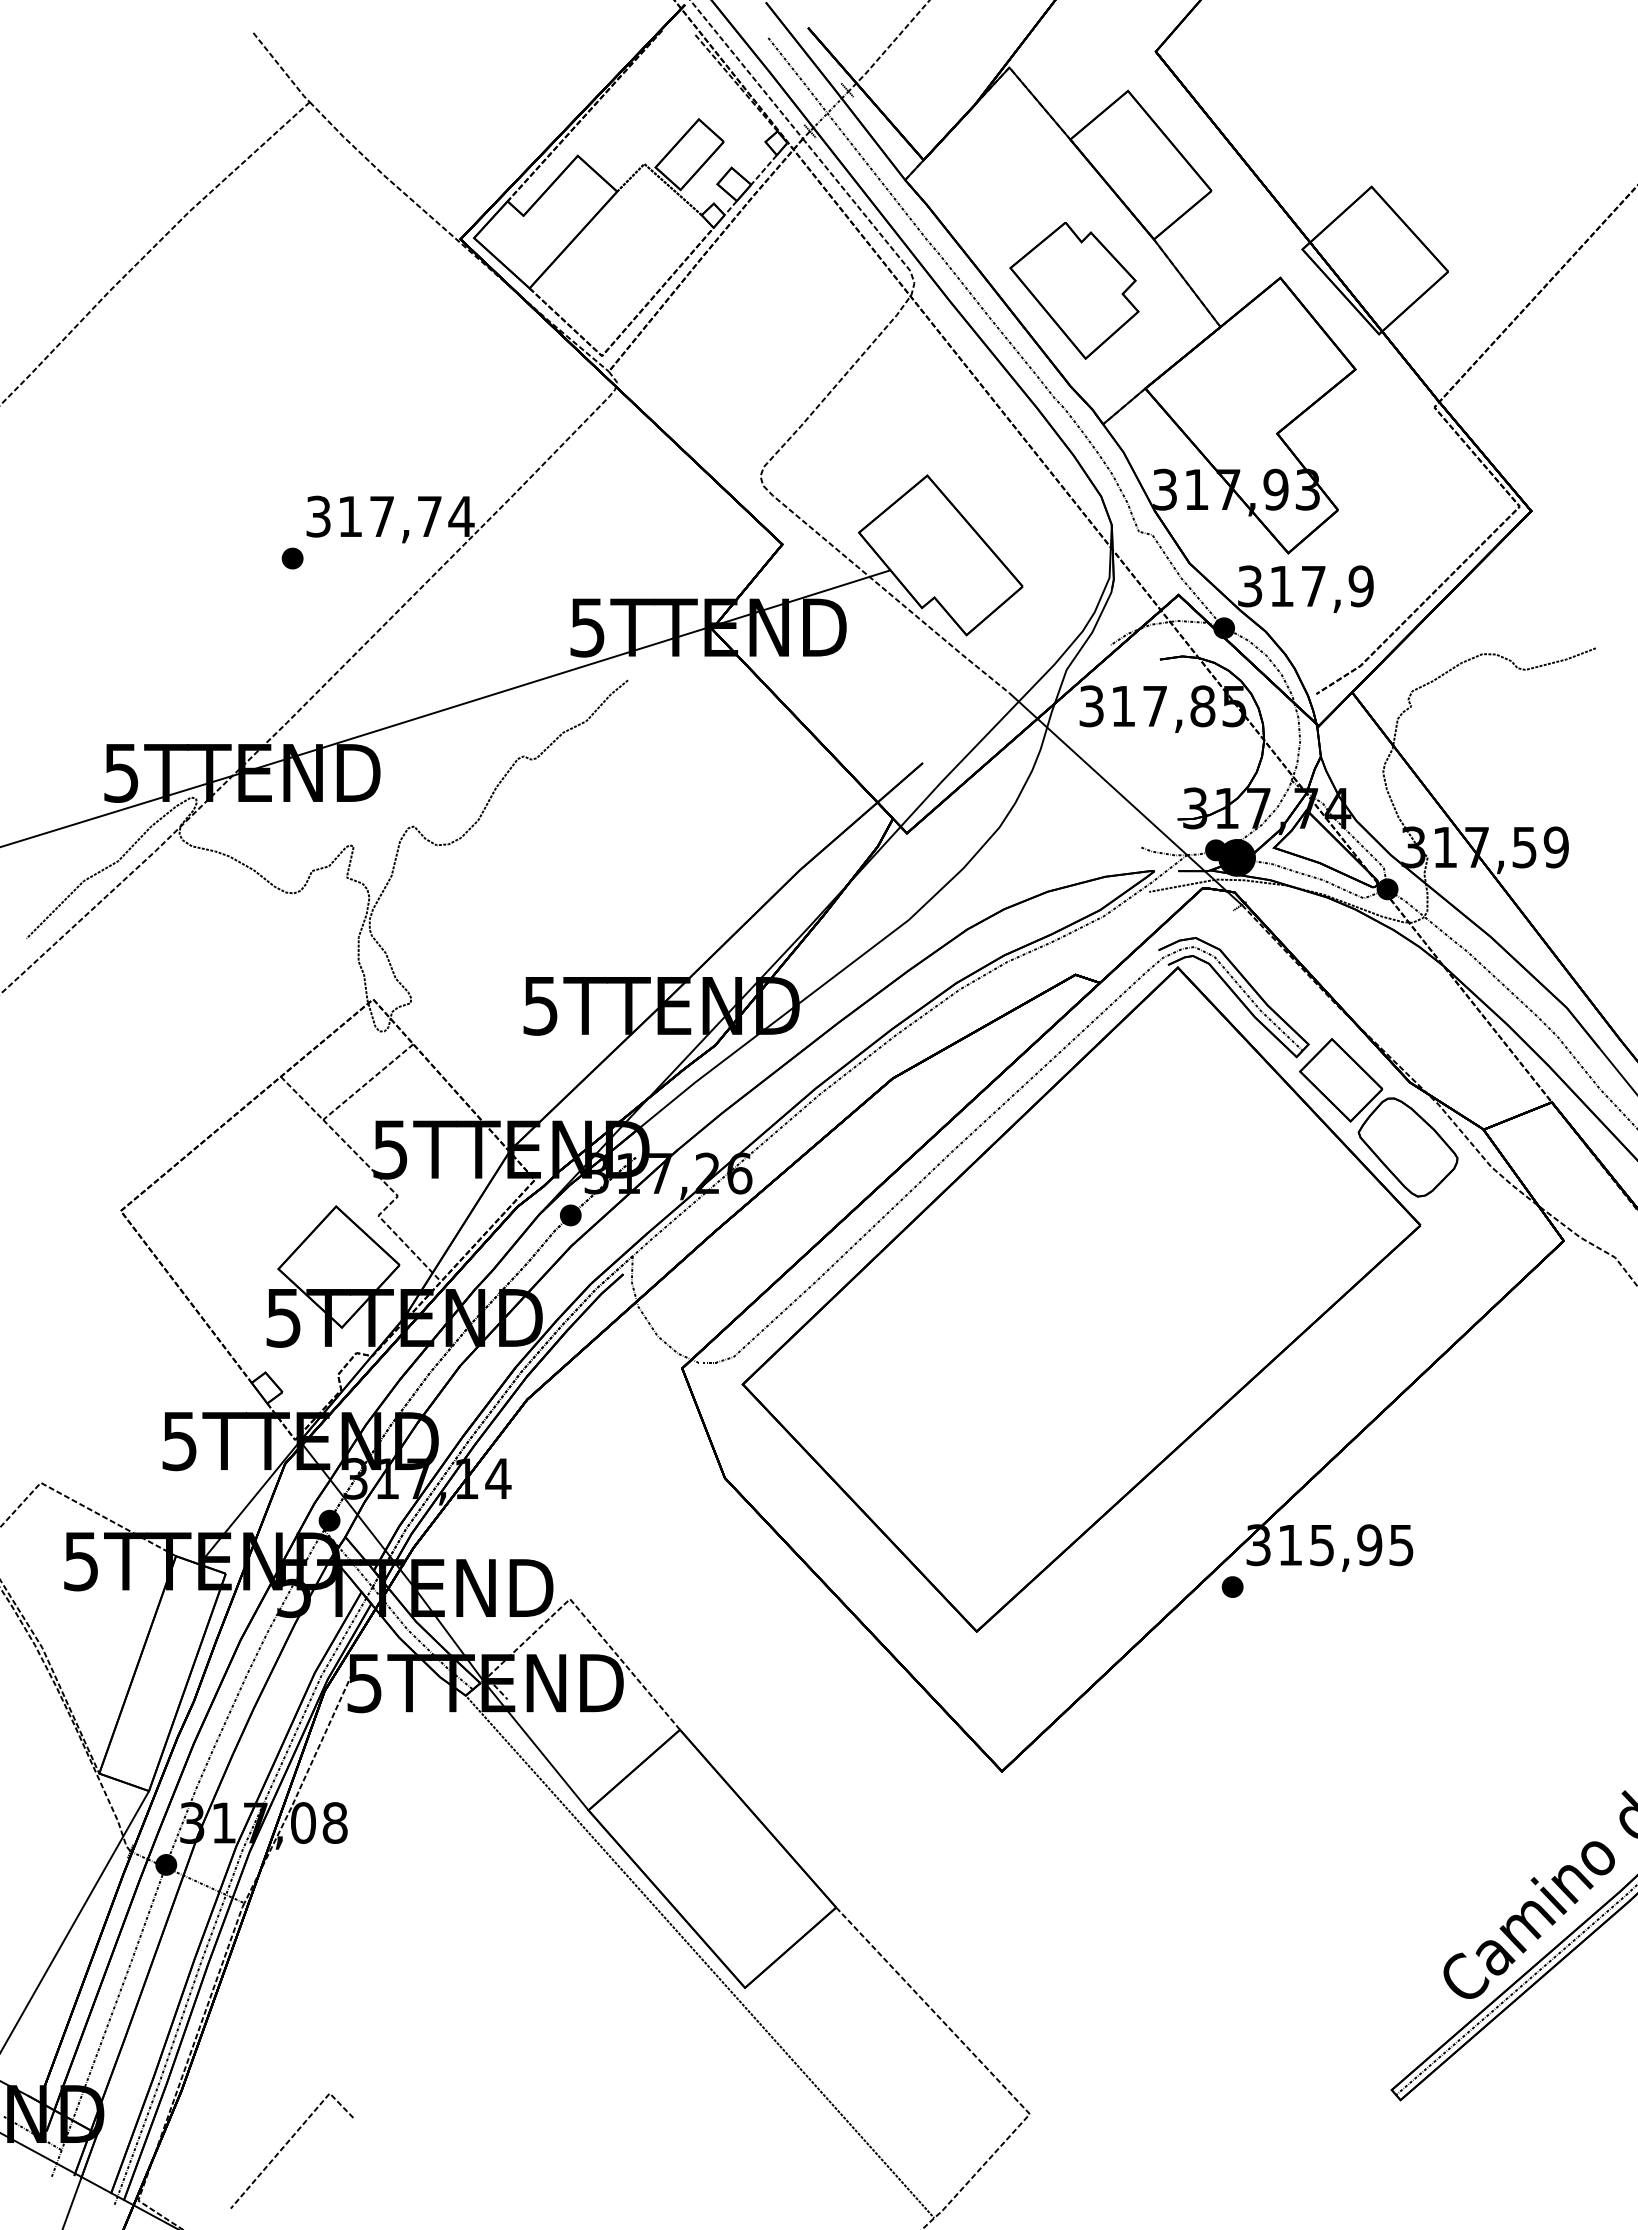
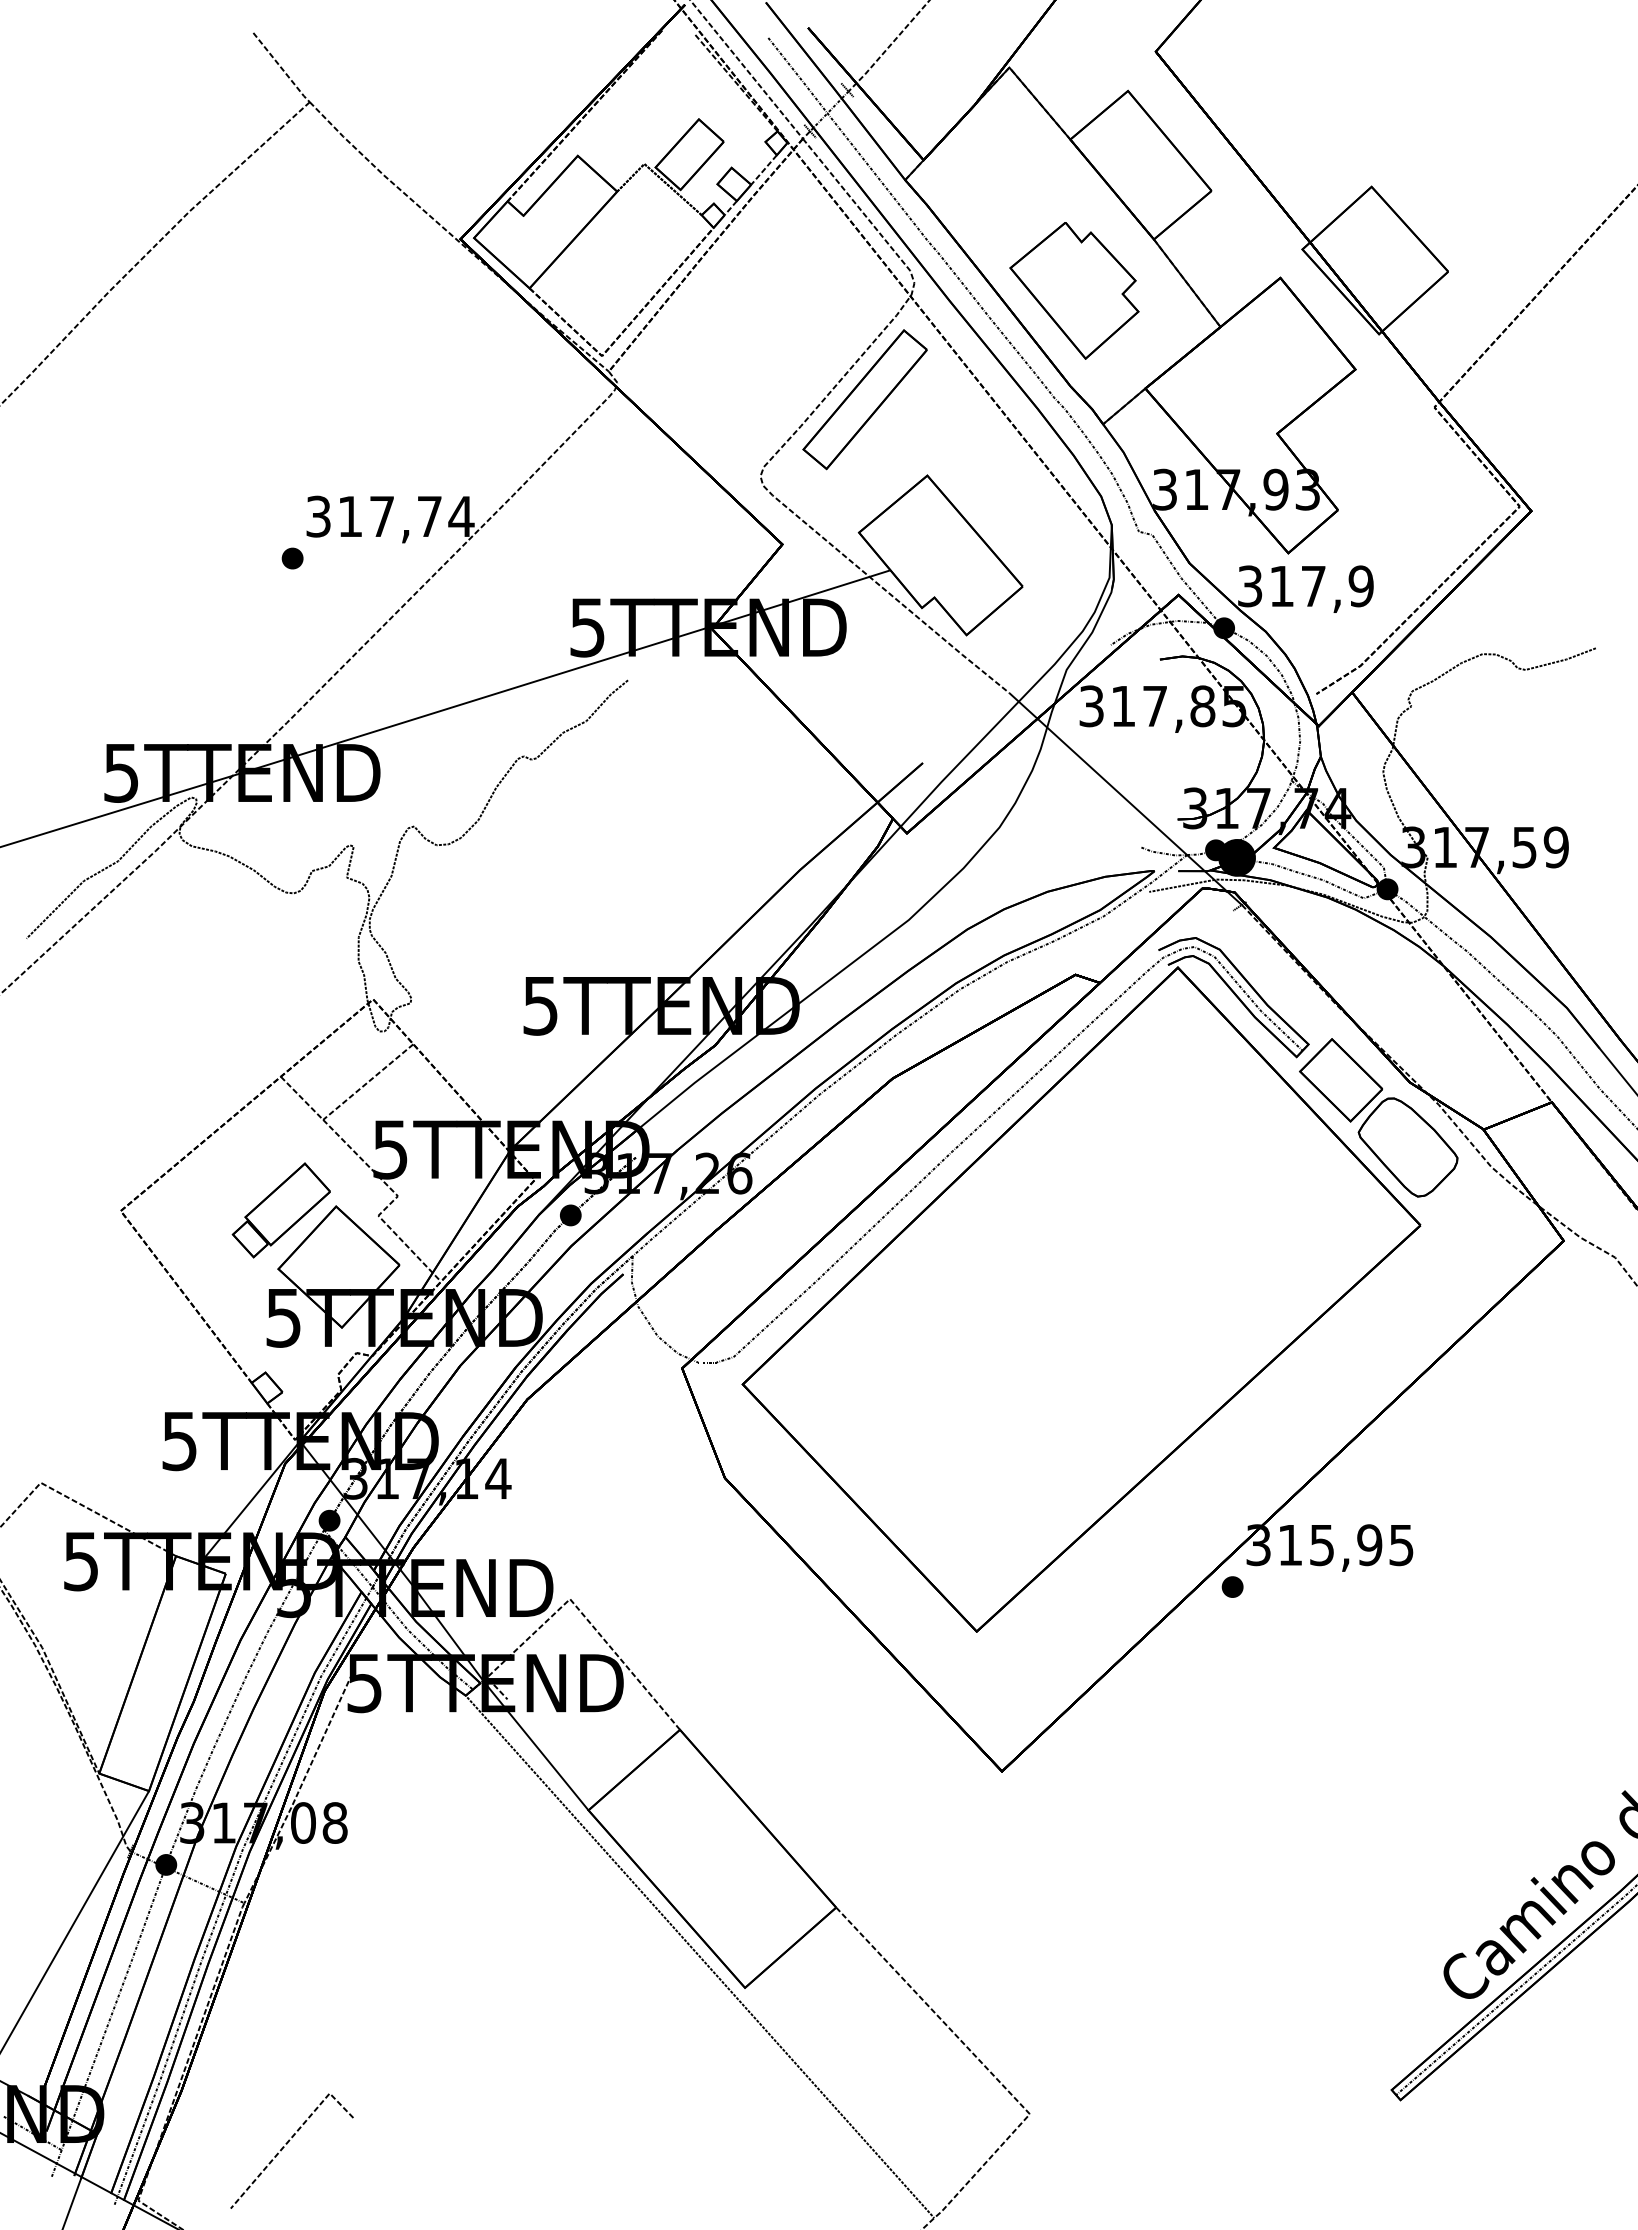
part at (864, 399): none -> present
part at (280, 1210): none -> present
